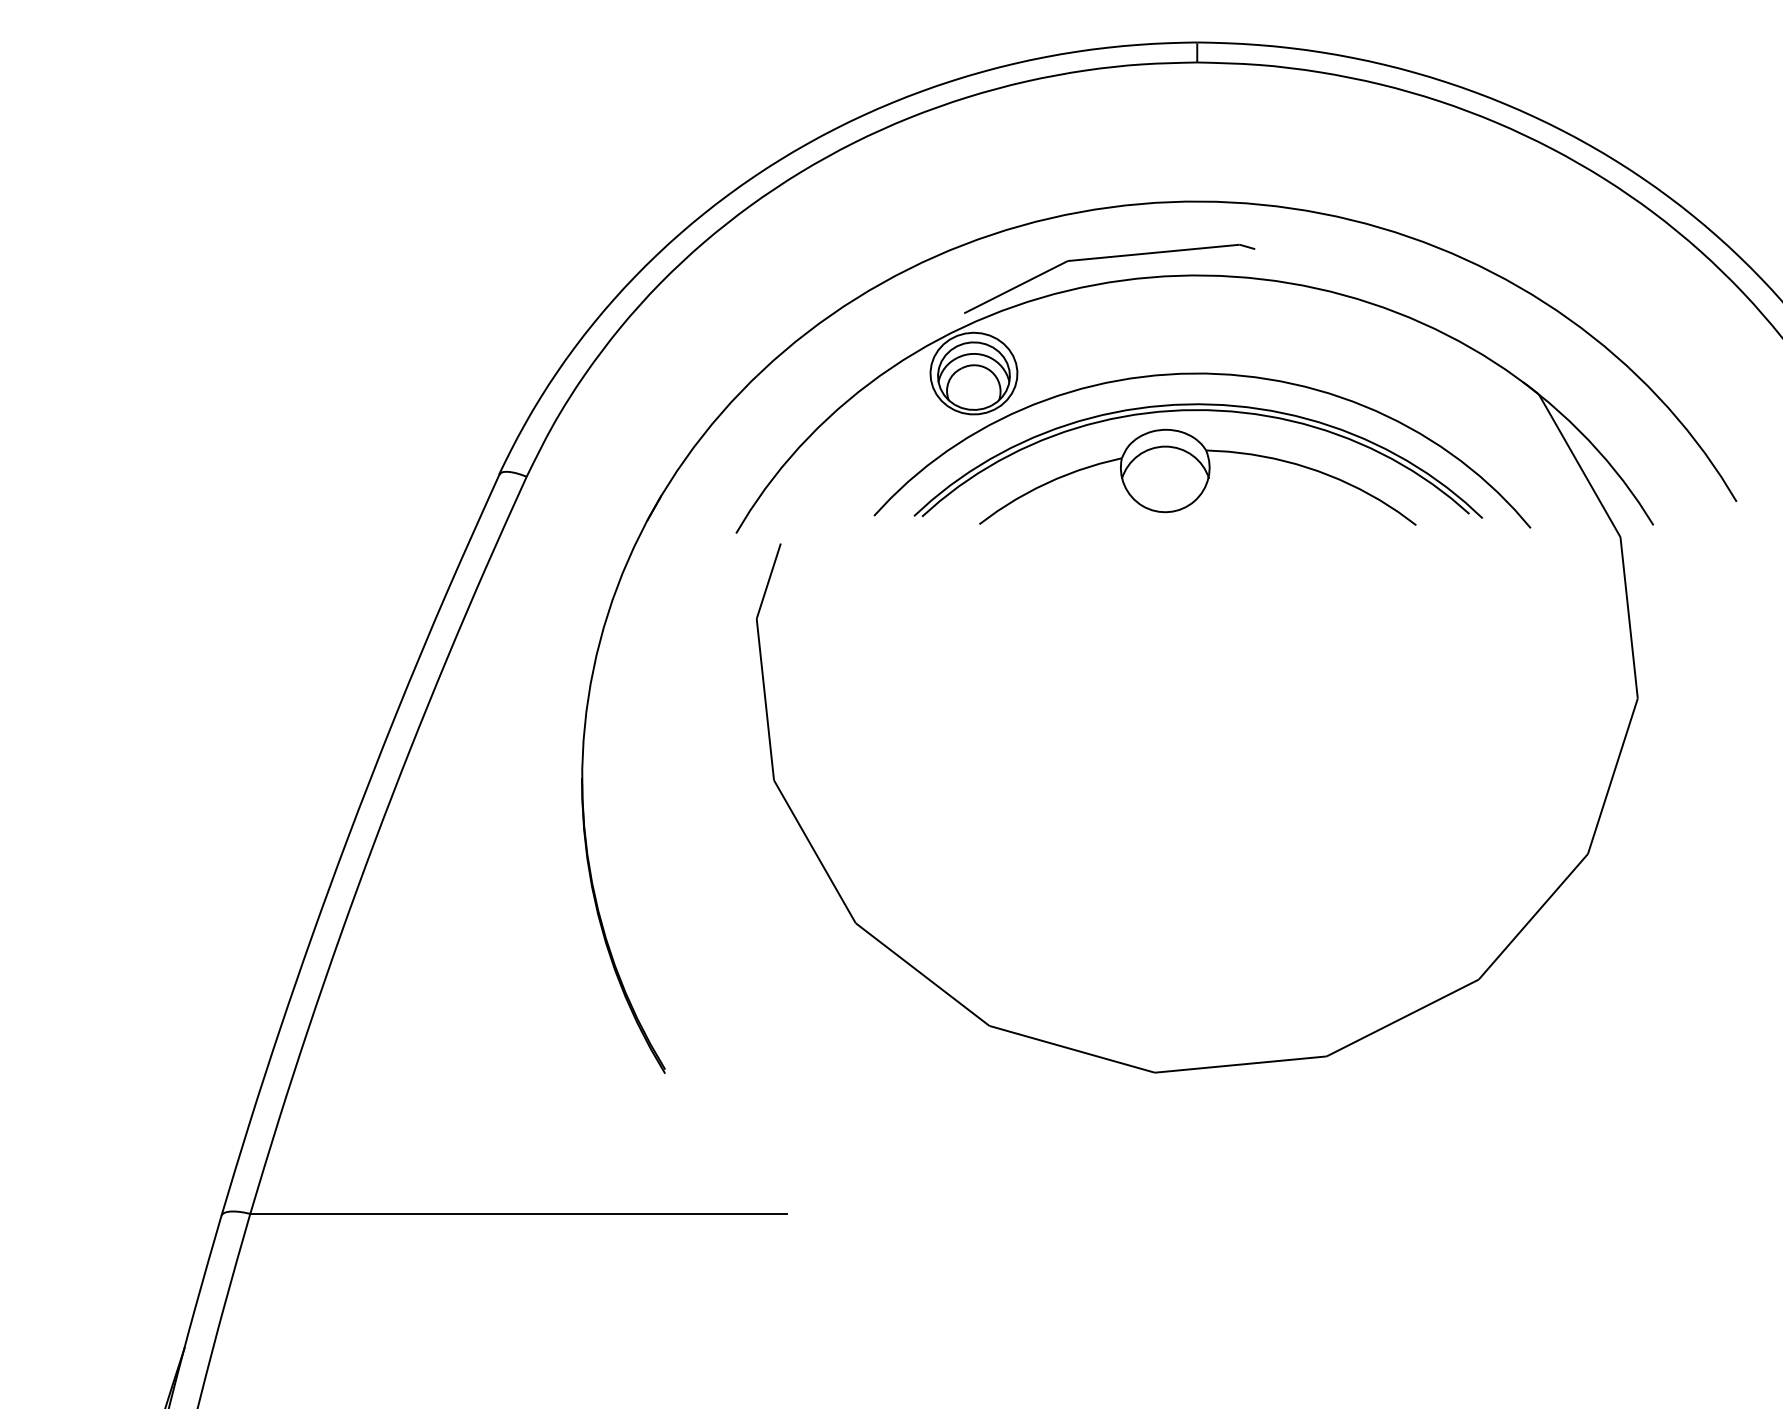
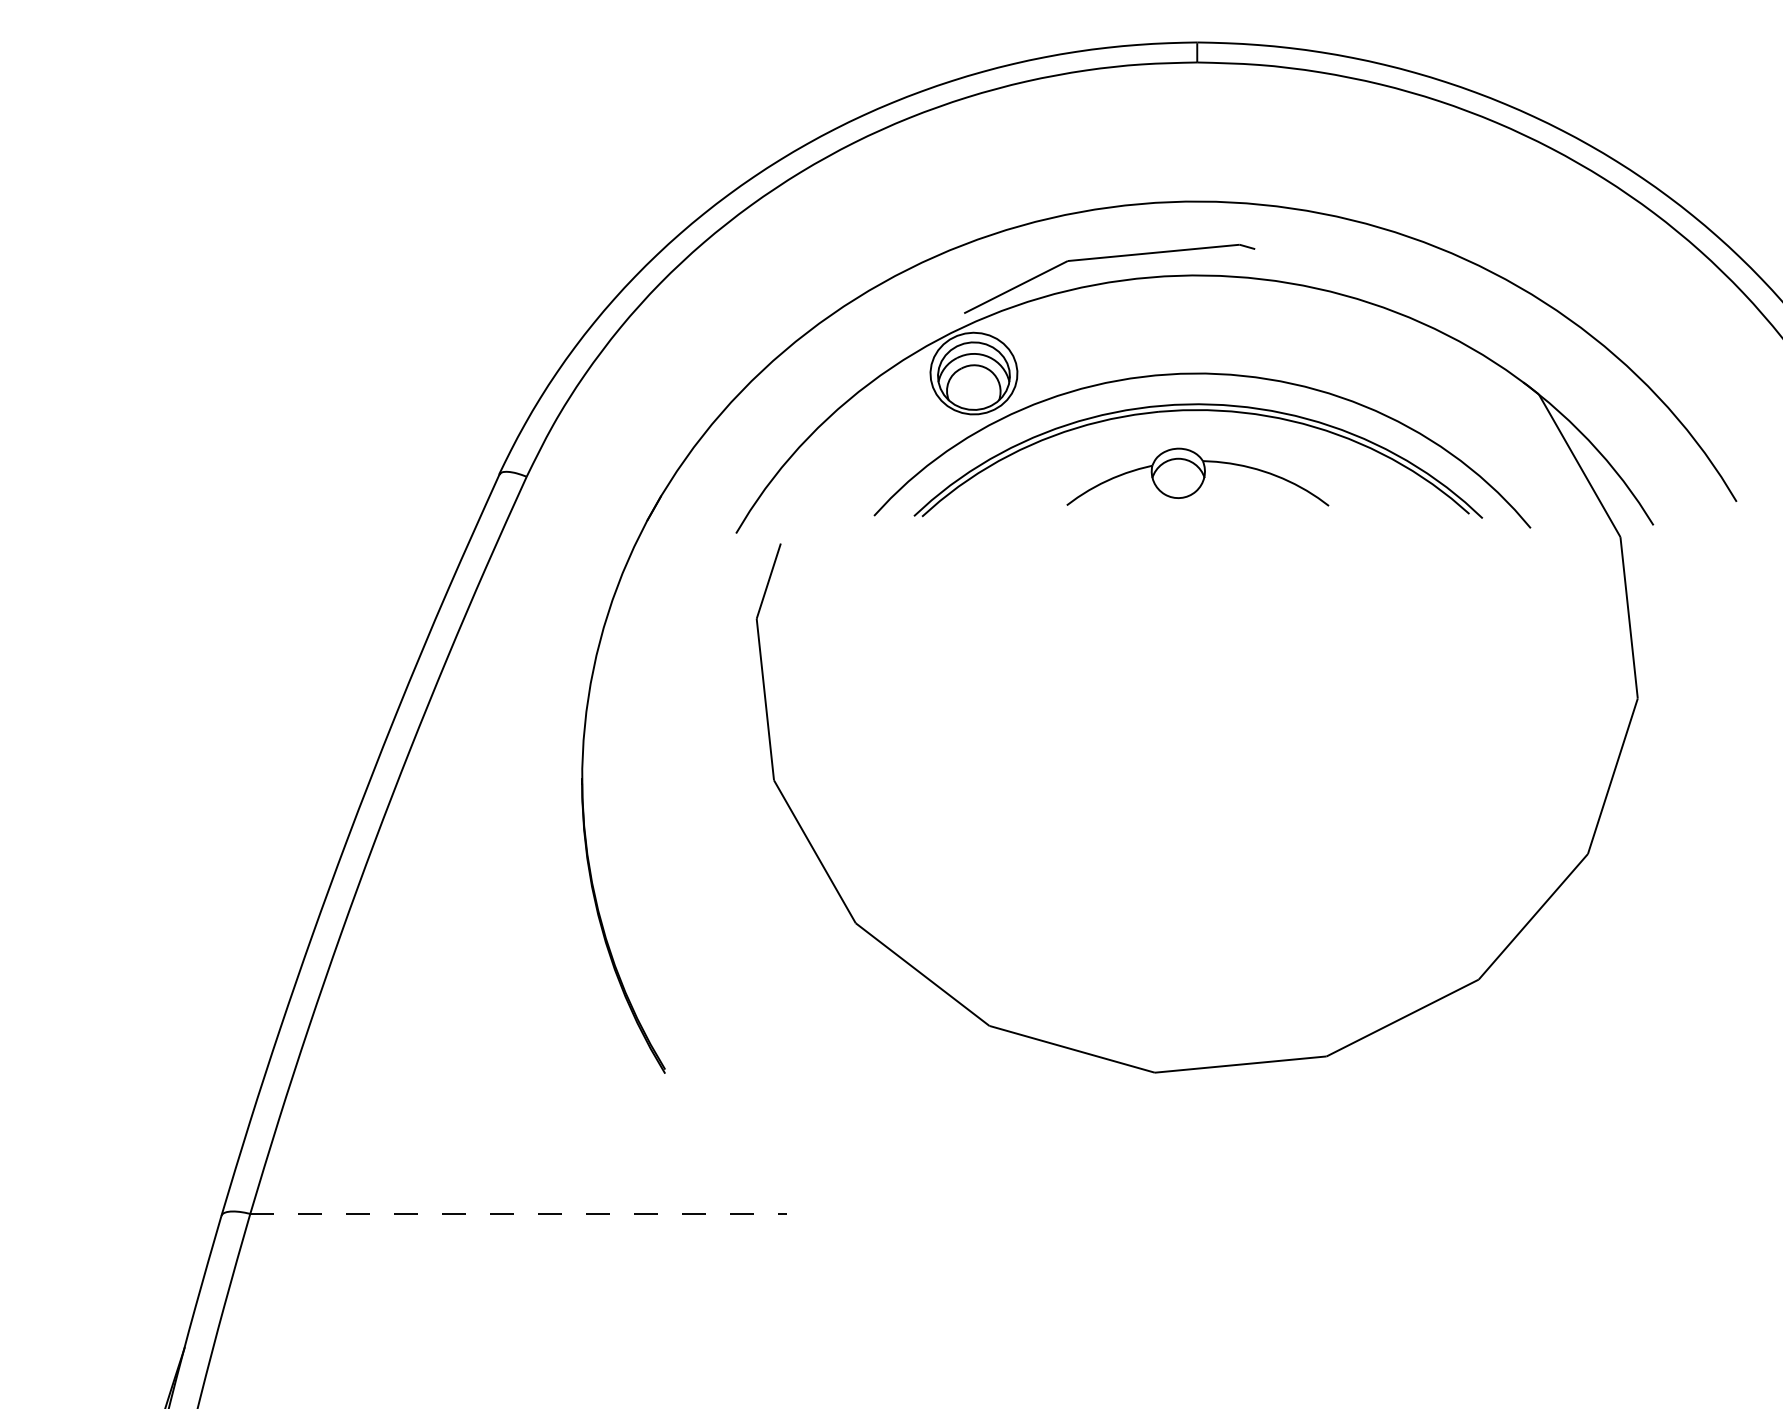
part at (1197, 476) size: 438x98 px -> 264x60 px
line at (518, 1213): solid -> dashed
